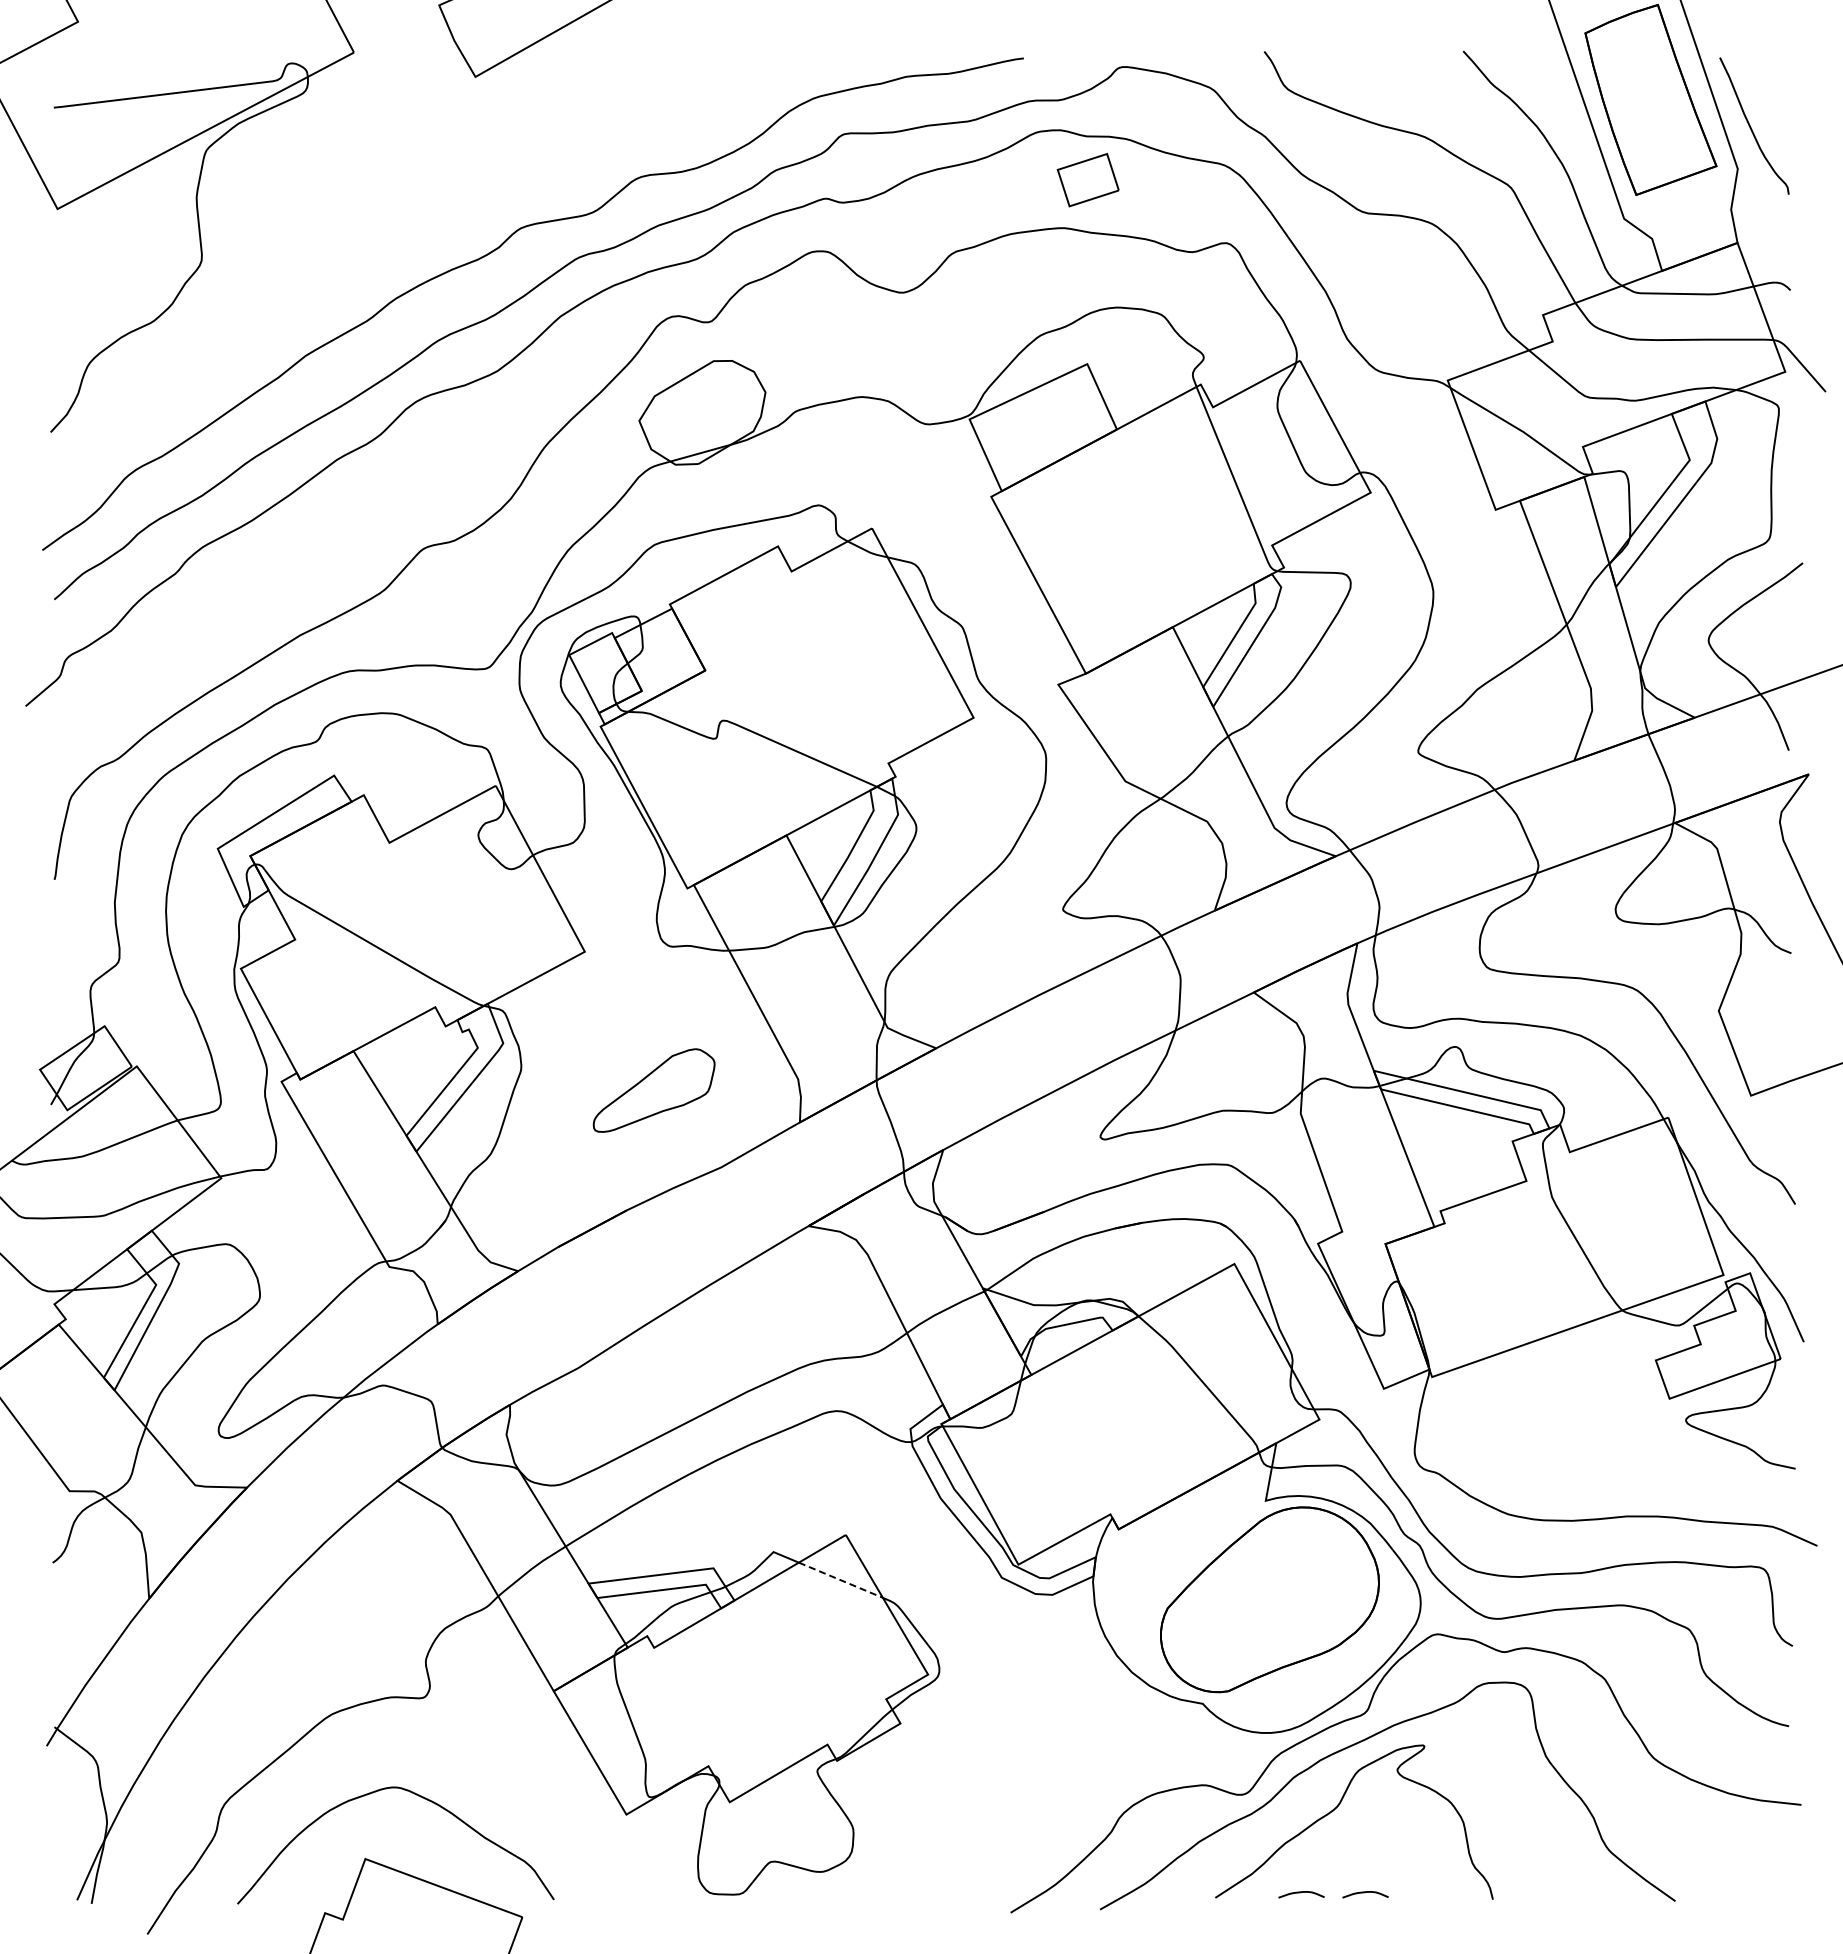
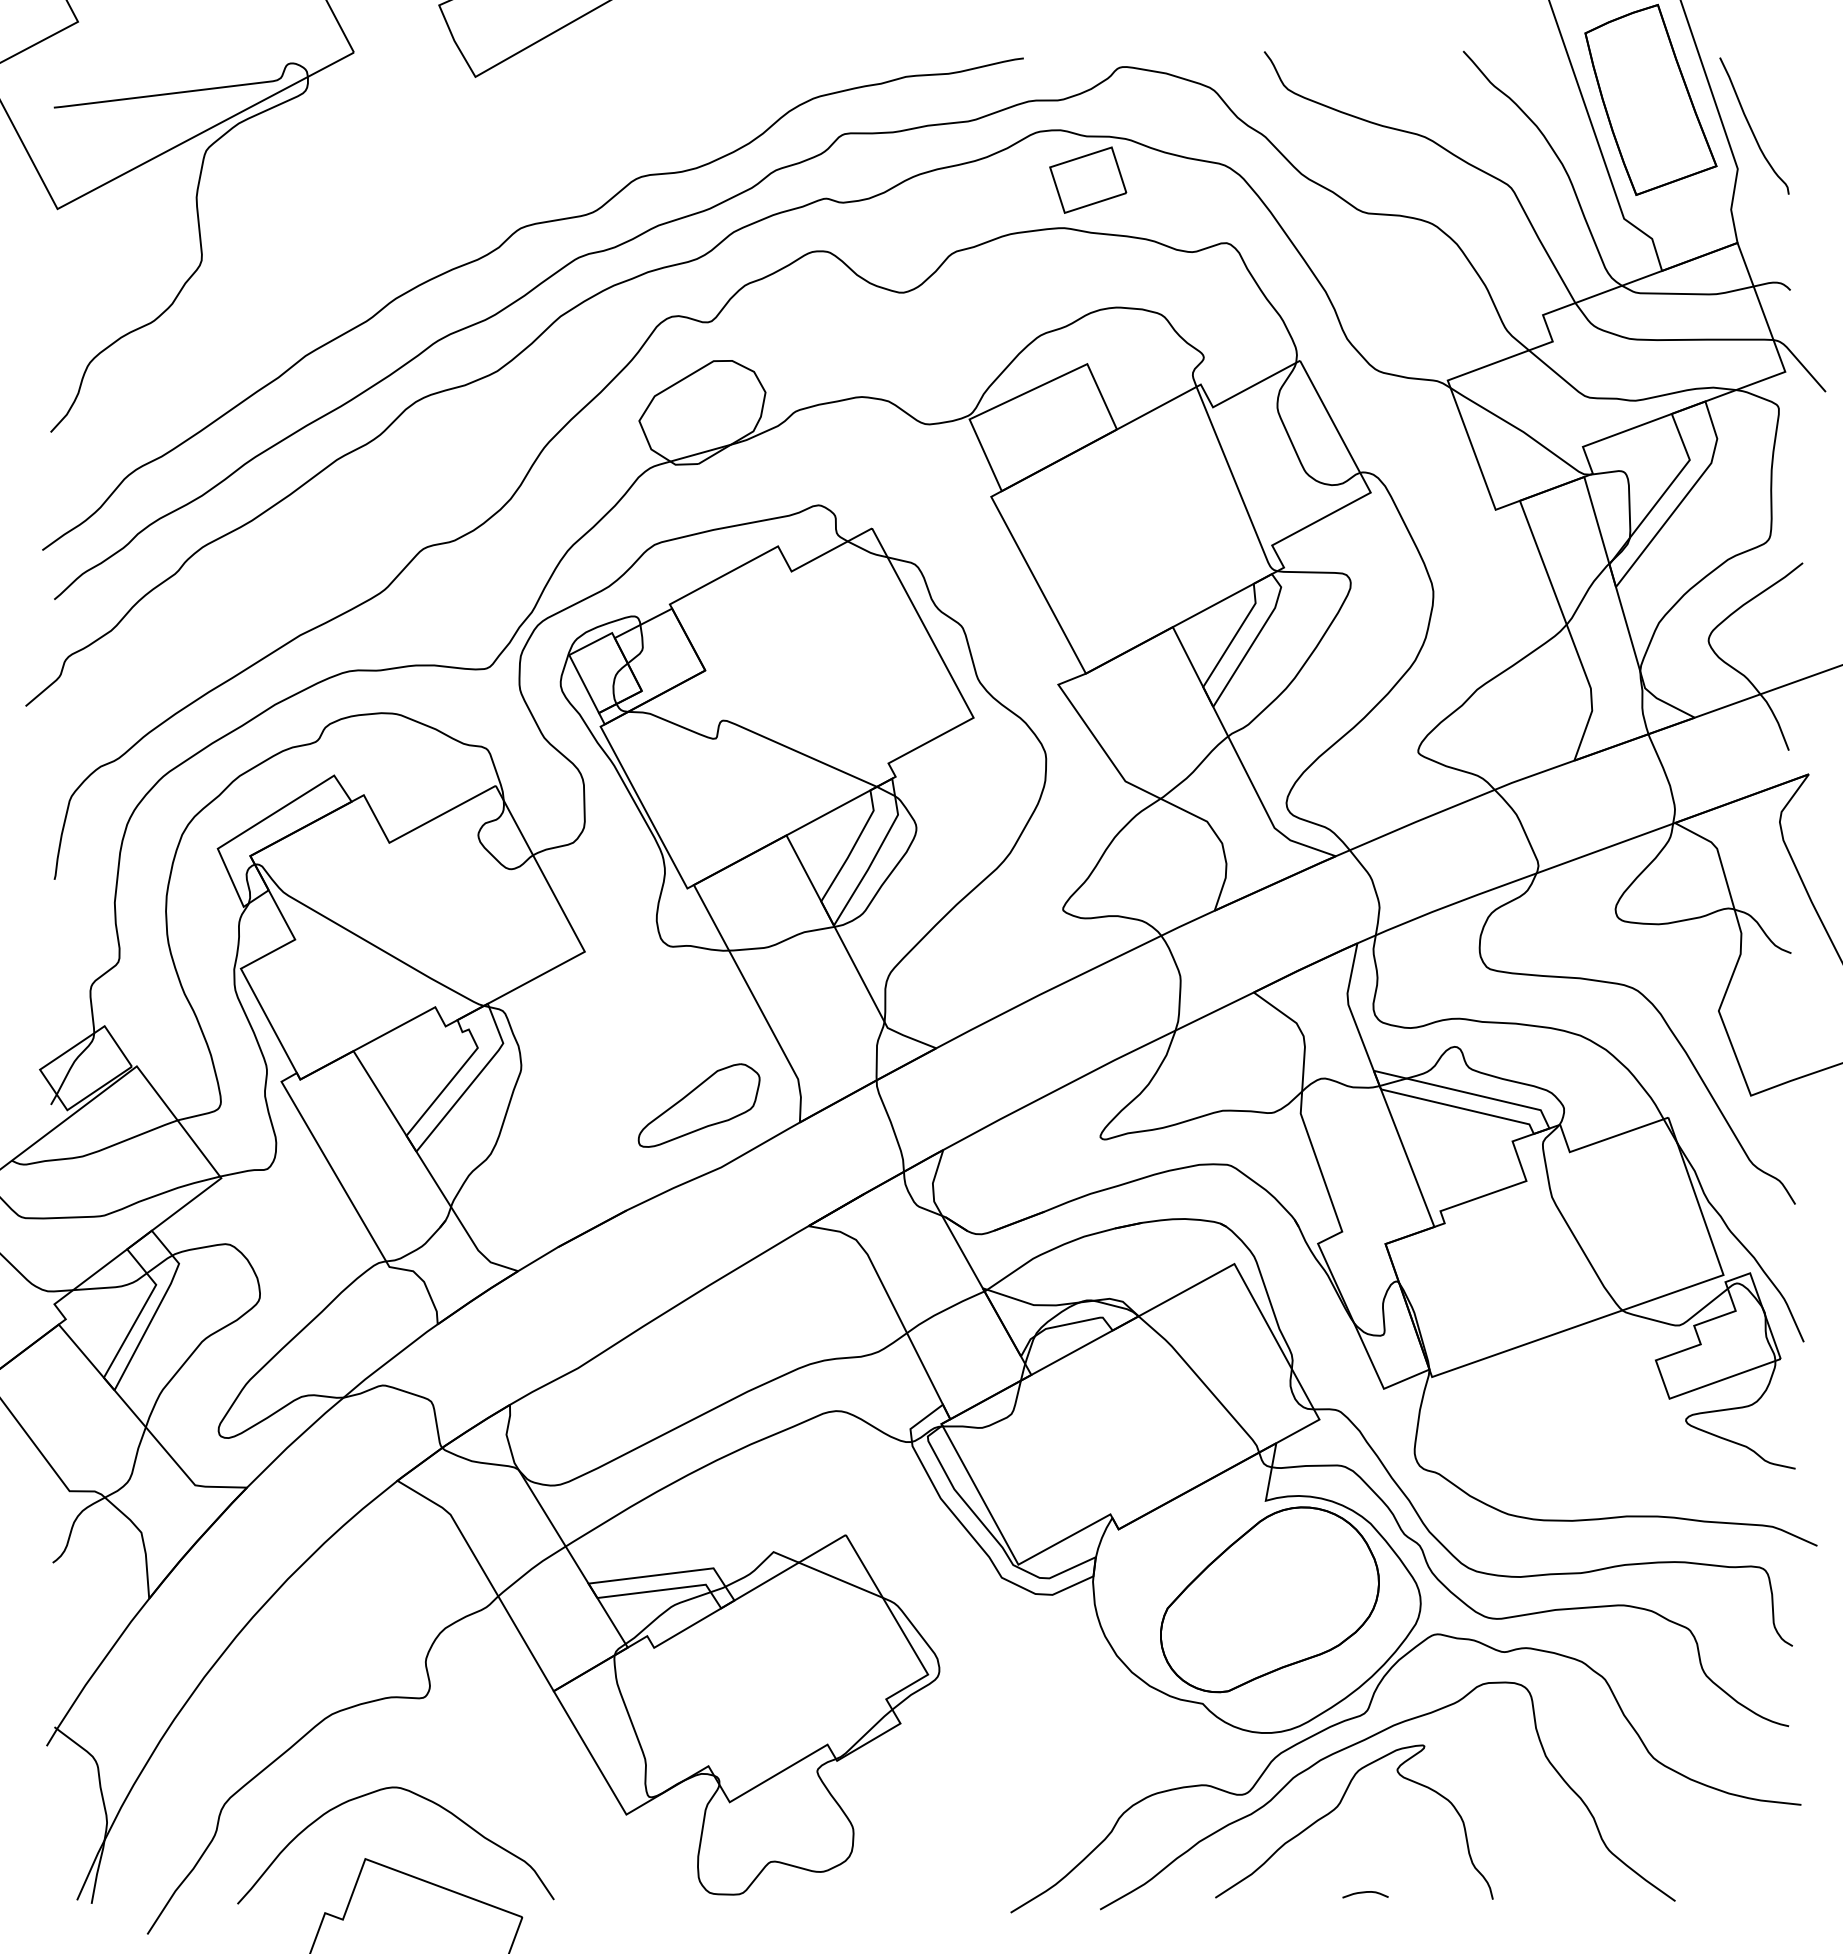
part at (1087, 180) size: 64x55 px -> 79x68 px
part at (653, 1090) position: (653, 1090) -> (698, 1105)
line at (840, 1580): dashed -> solid
curve at (1300, 1893): present -> none
